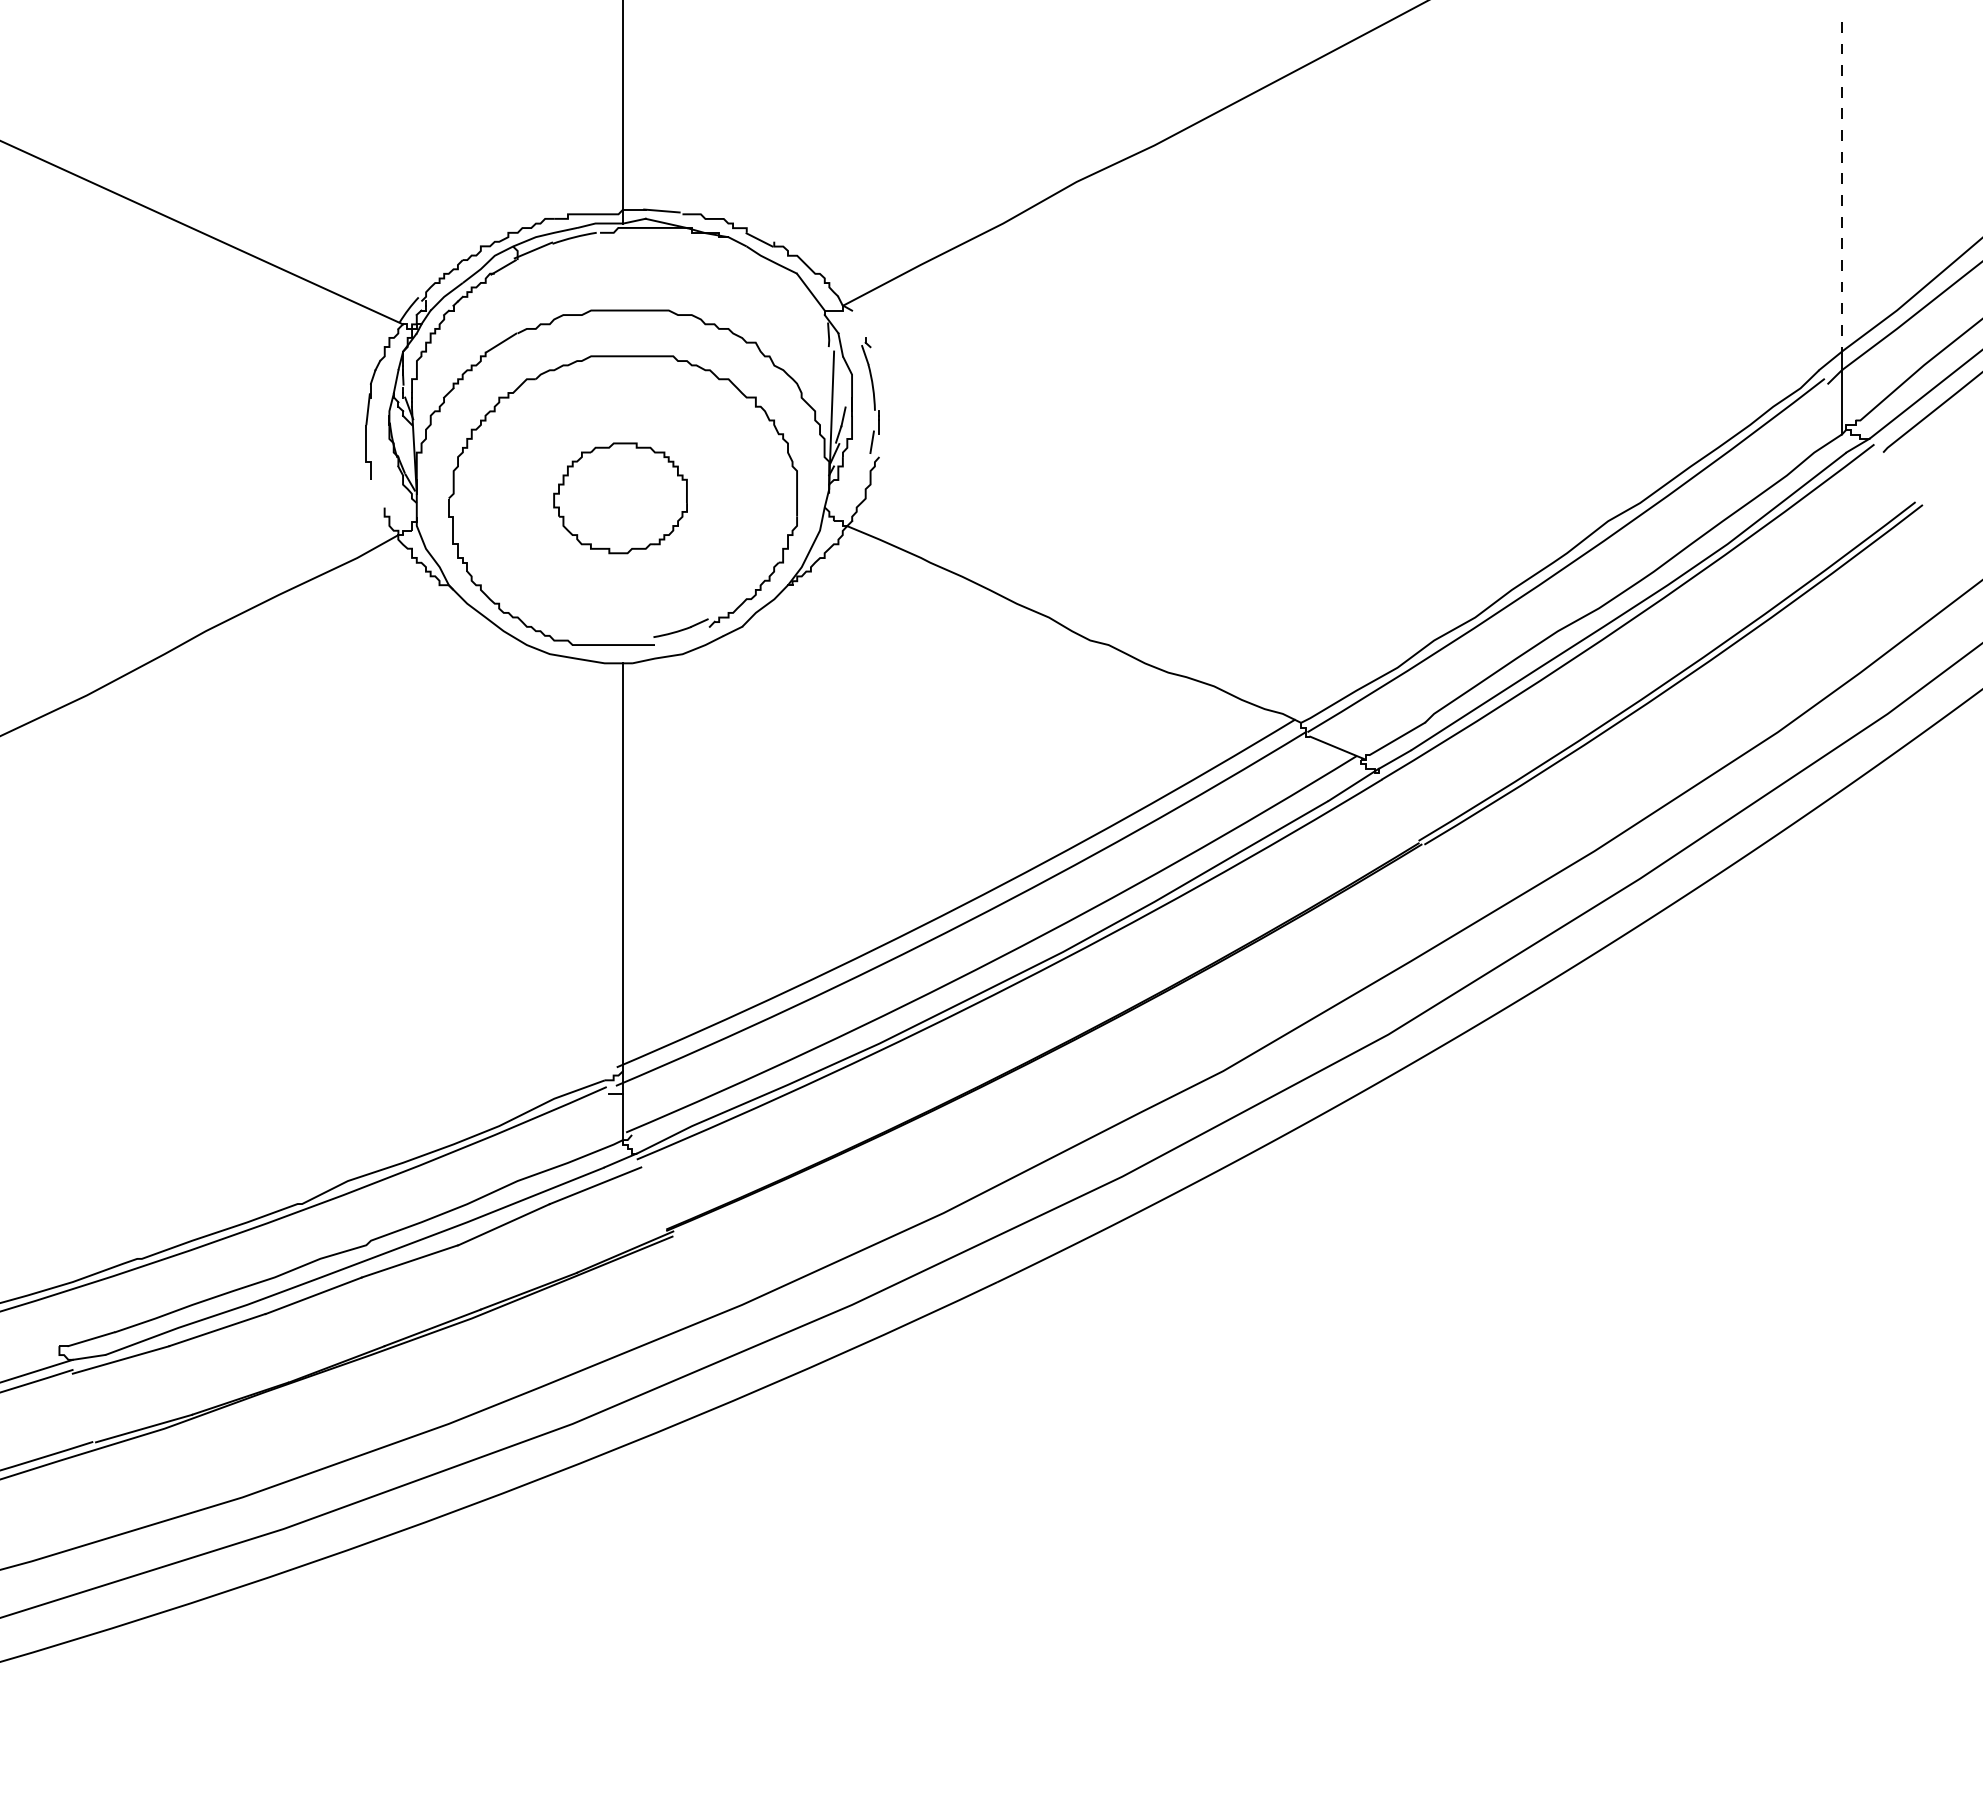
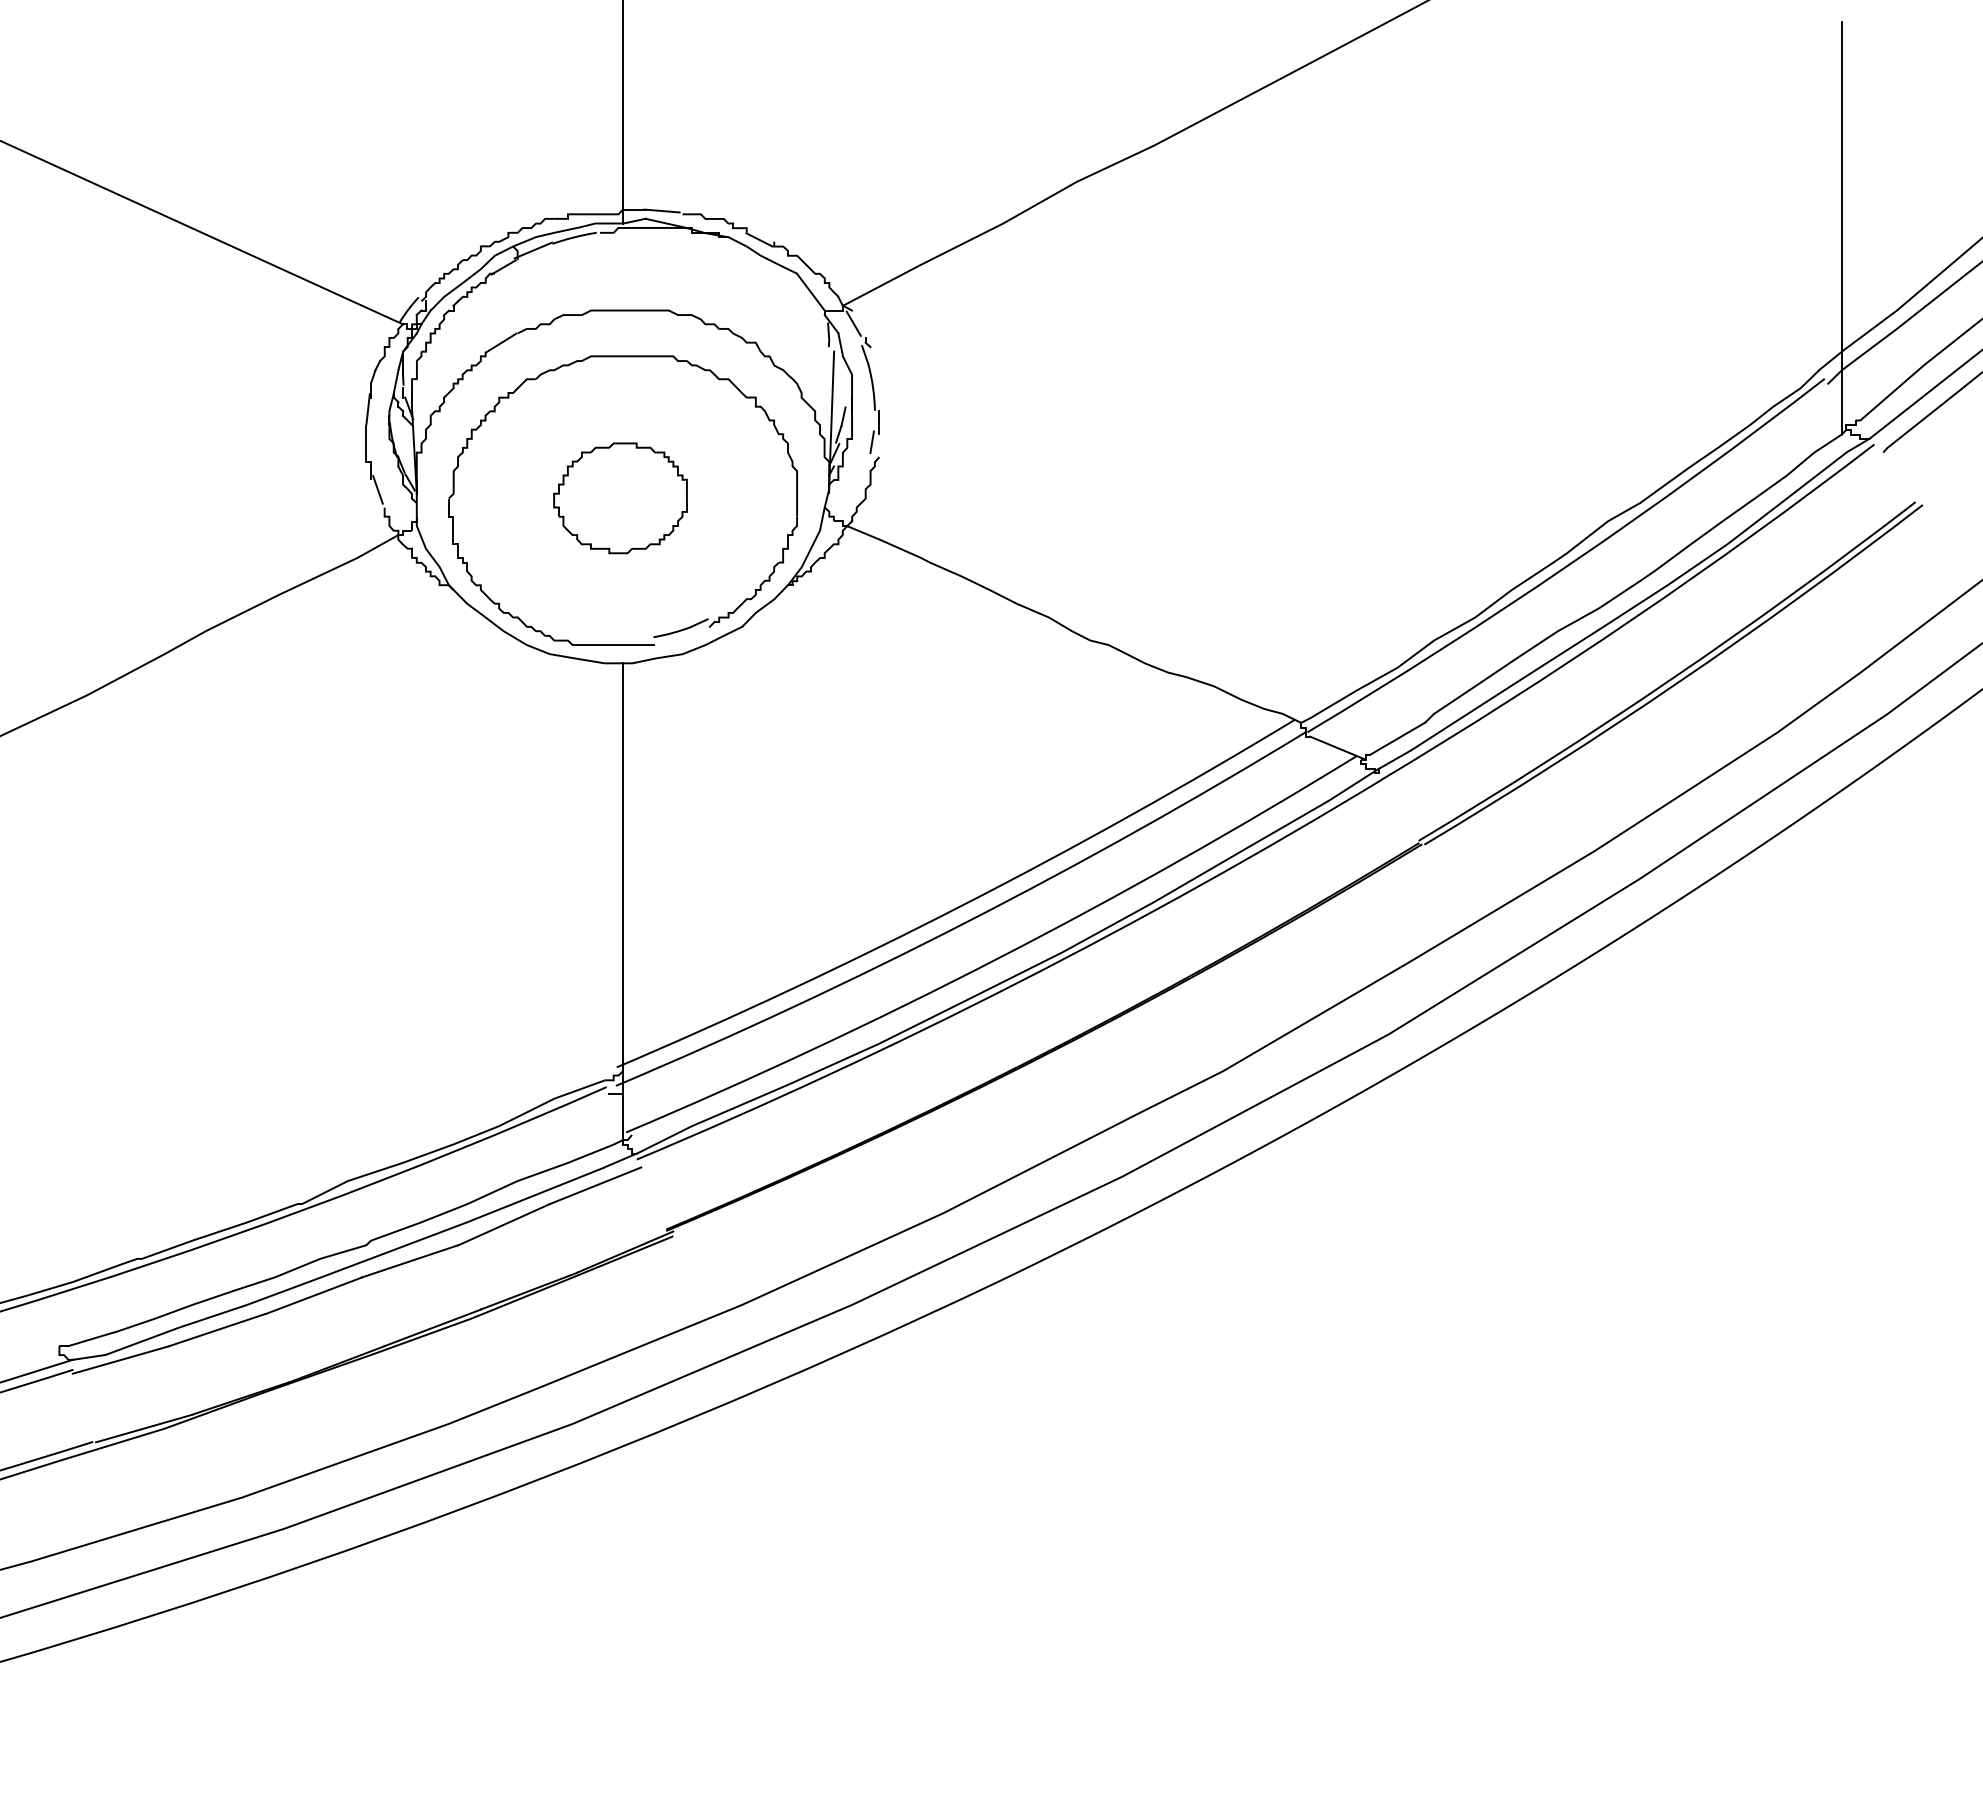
line at (1841, 186): dashed -> solid
line at (853, 323): none -> present
line at (377, 489): none -> present
